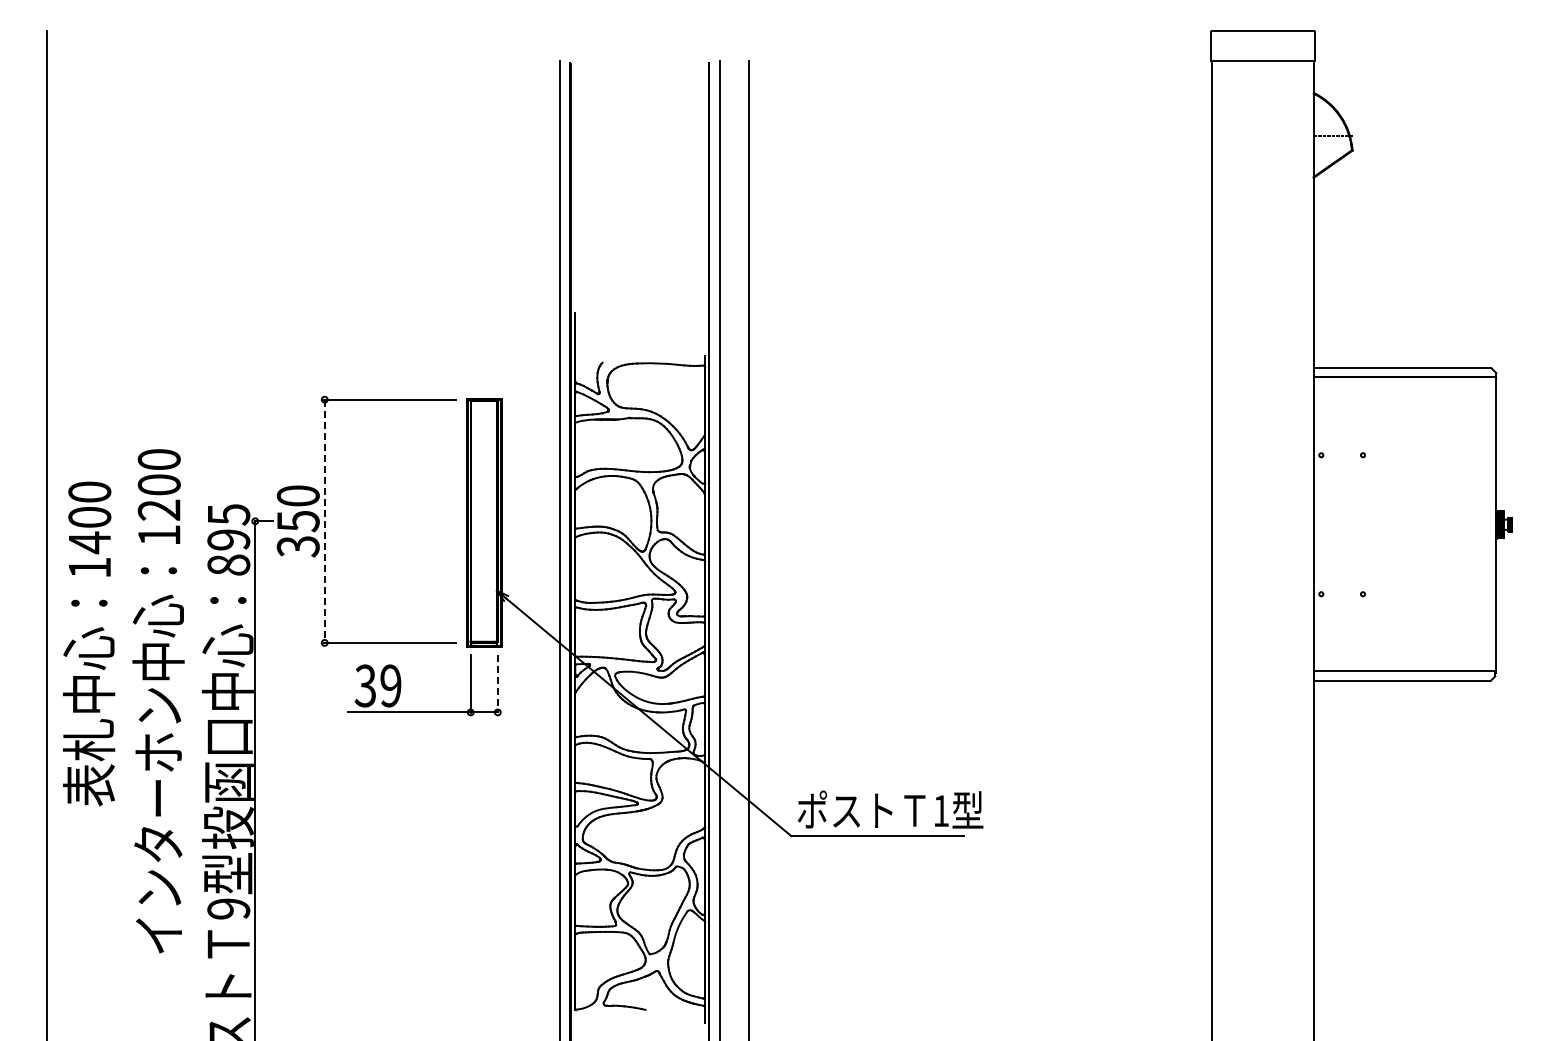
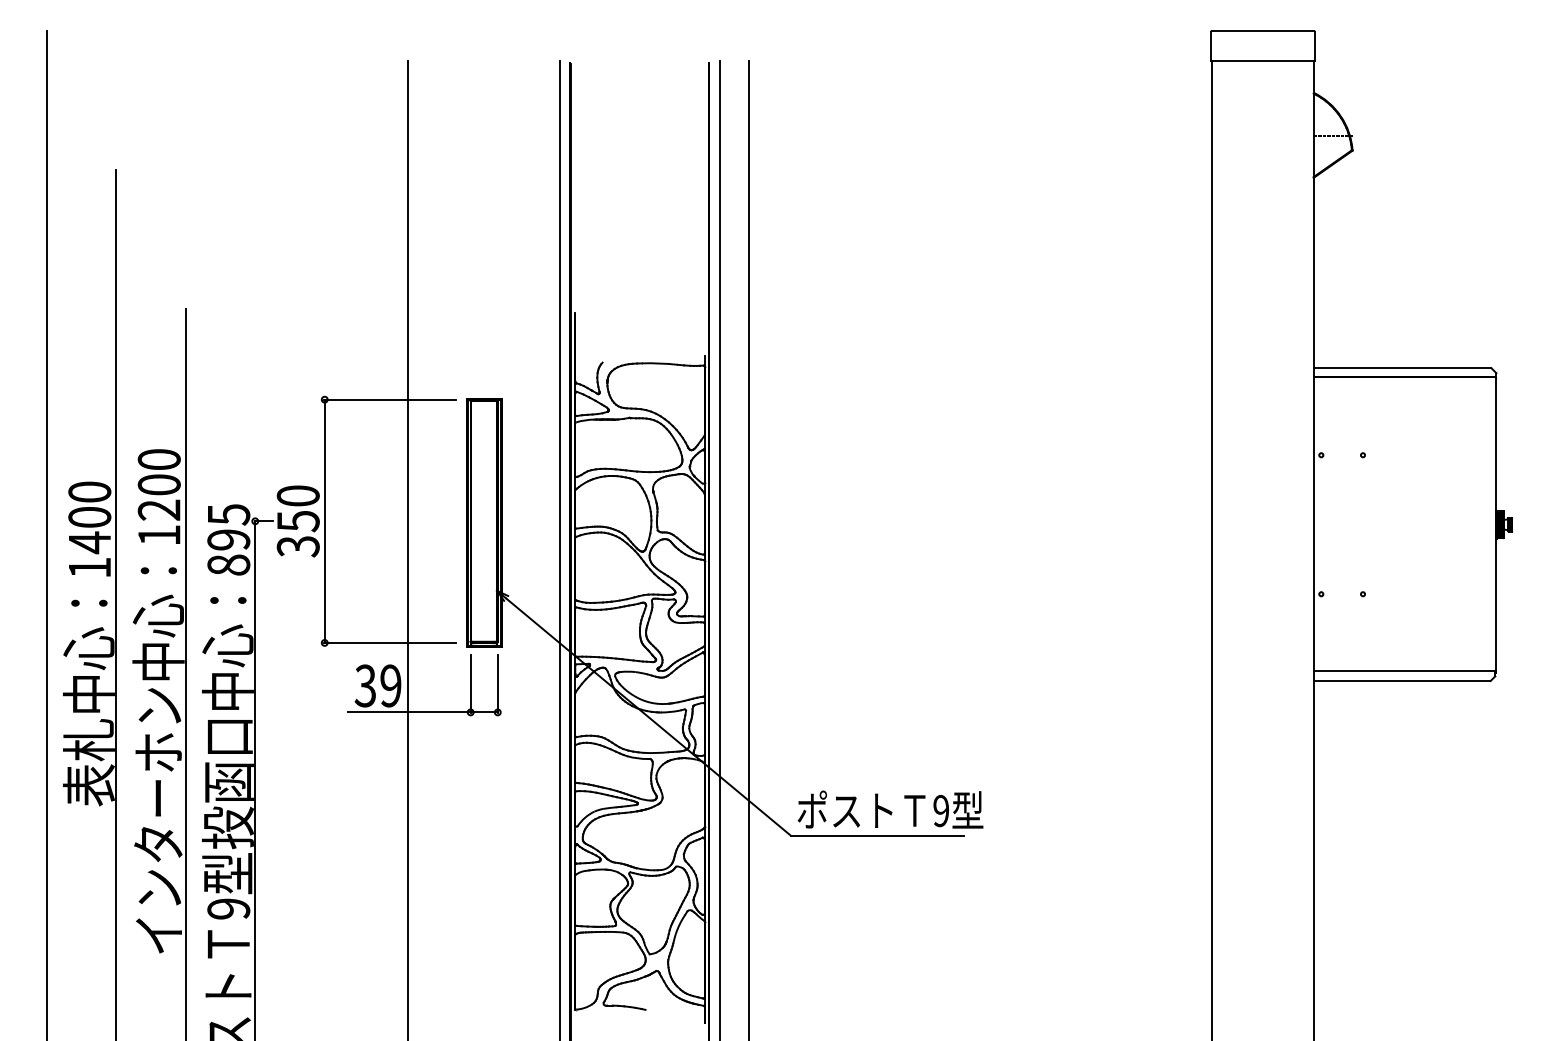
line at (324, 521): dashed -> solid
line at (408, 549): none -> present
line at (116, 603): none -> present
line at (185, 673): none -> present
line at (497, 684): dashed -> solid
text at (940, 810): 1 -> 9
